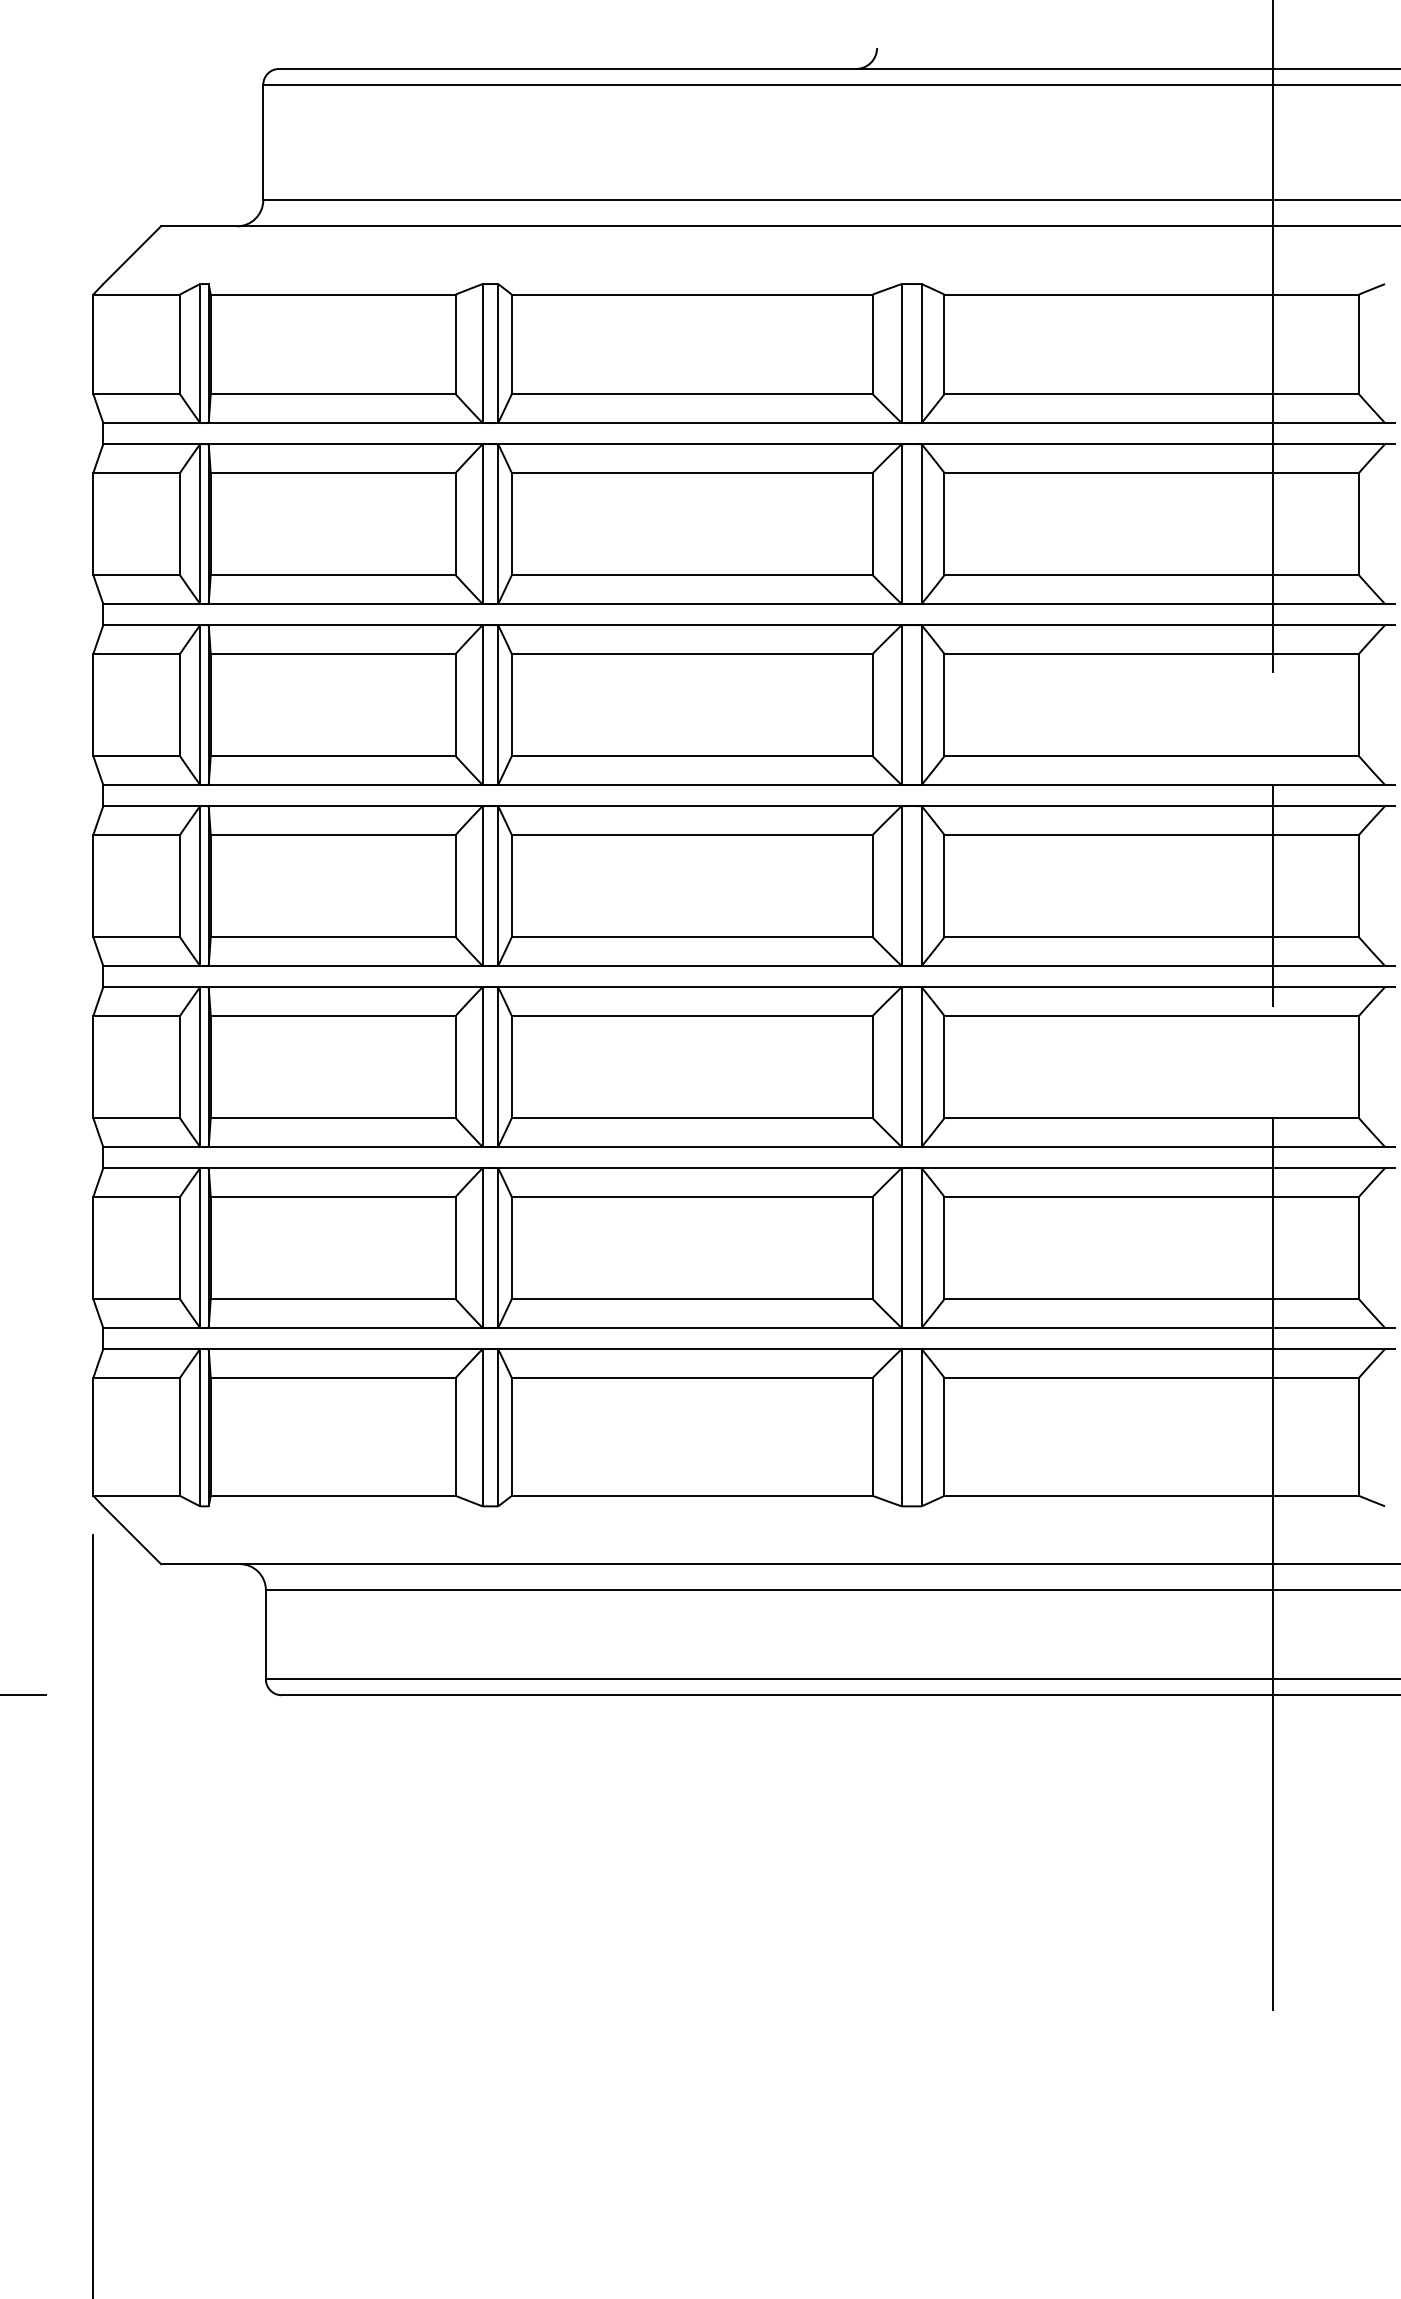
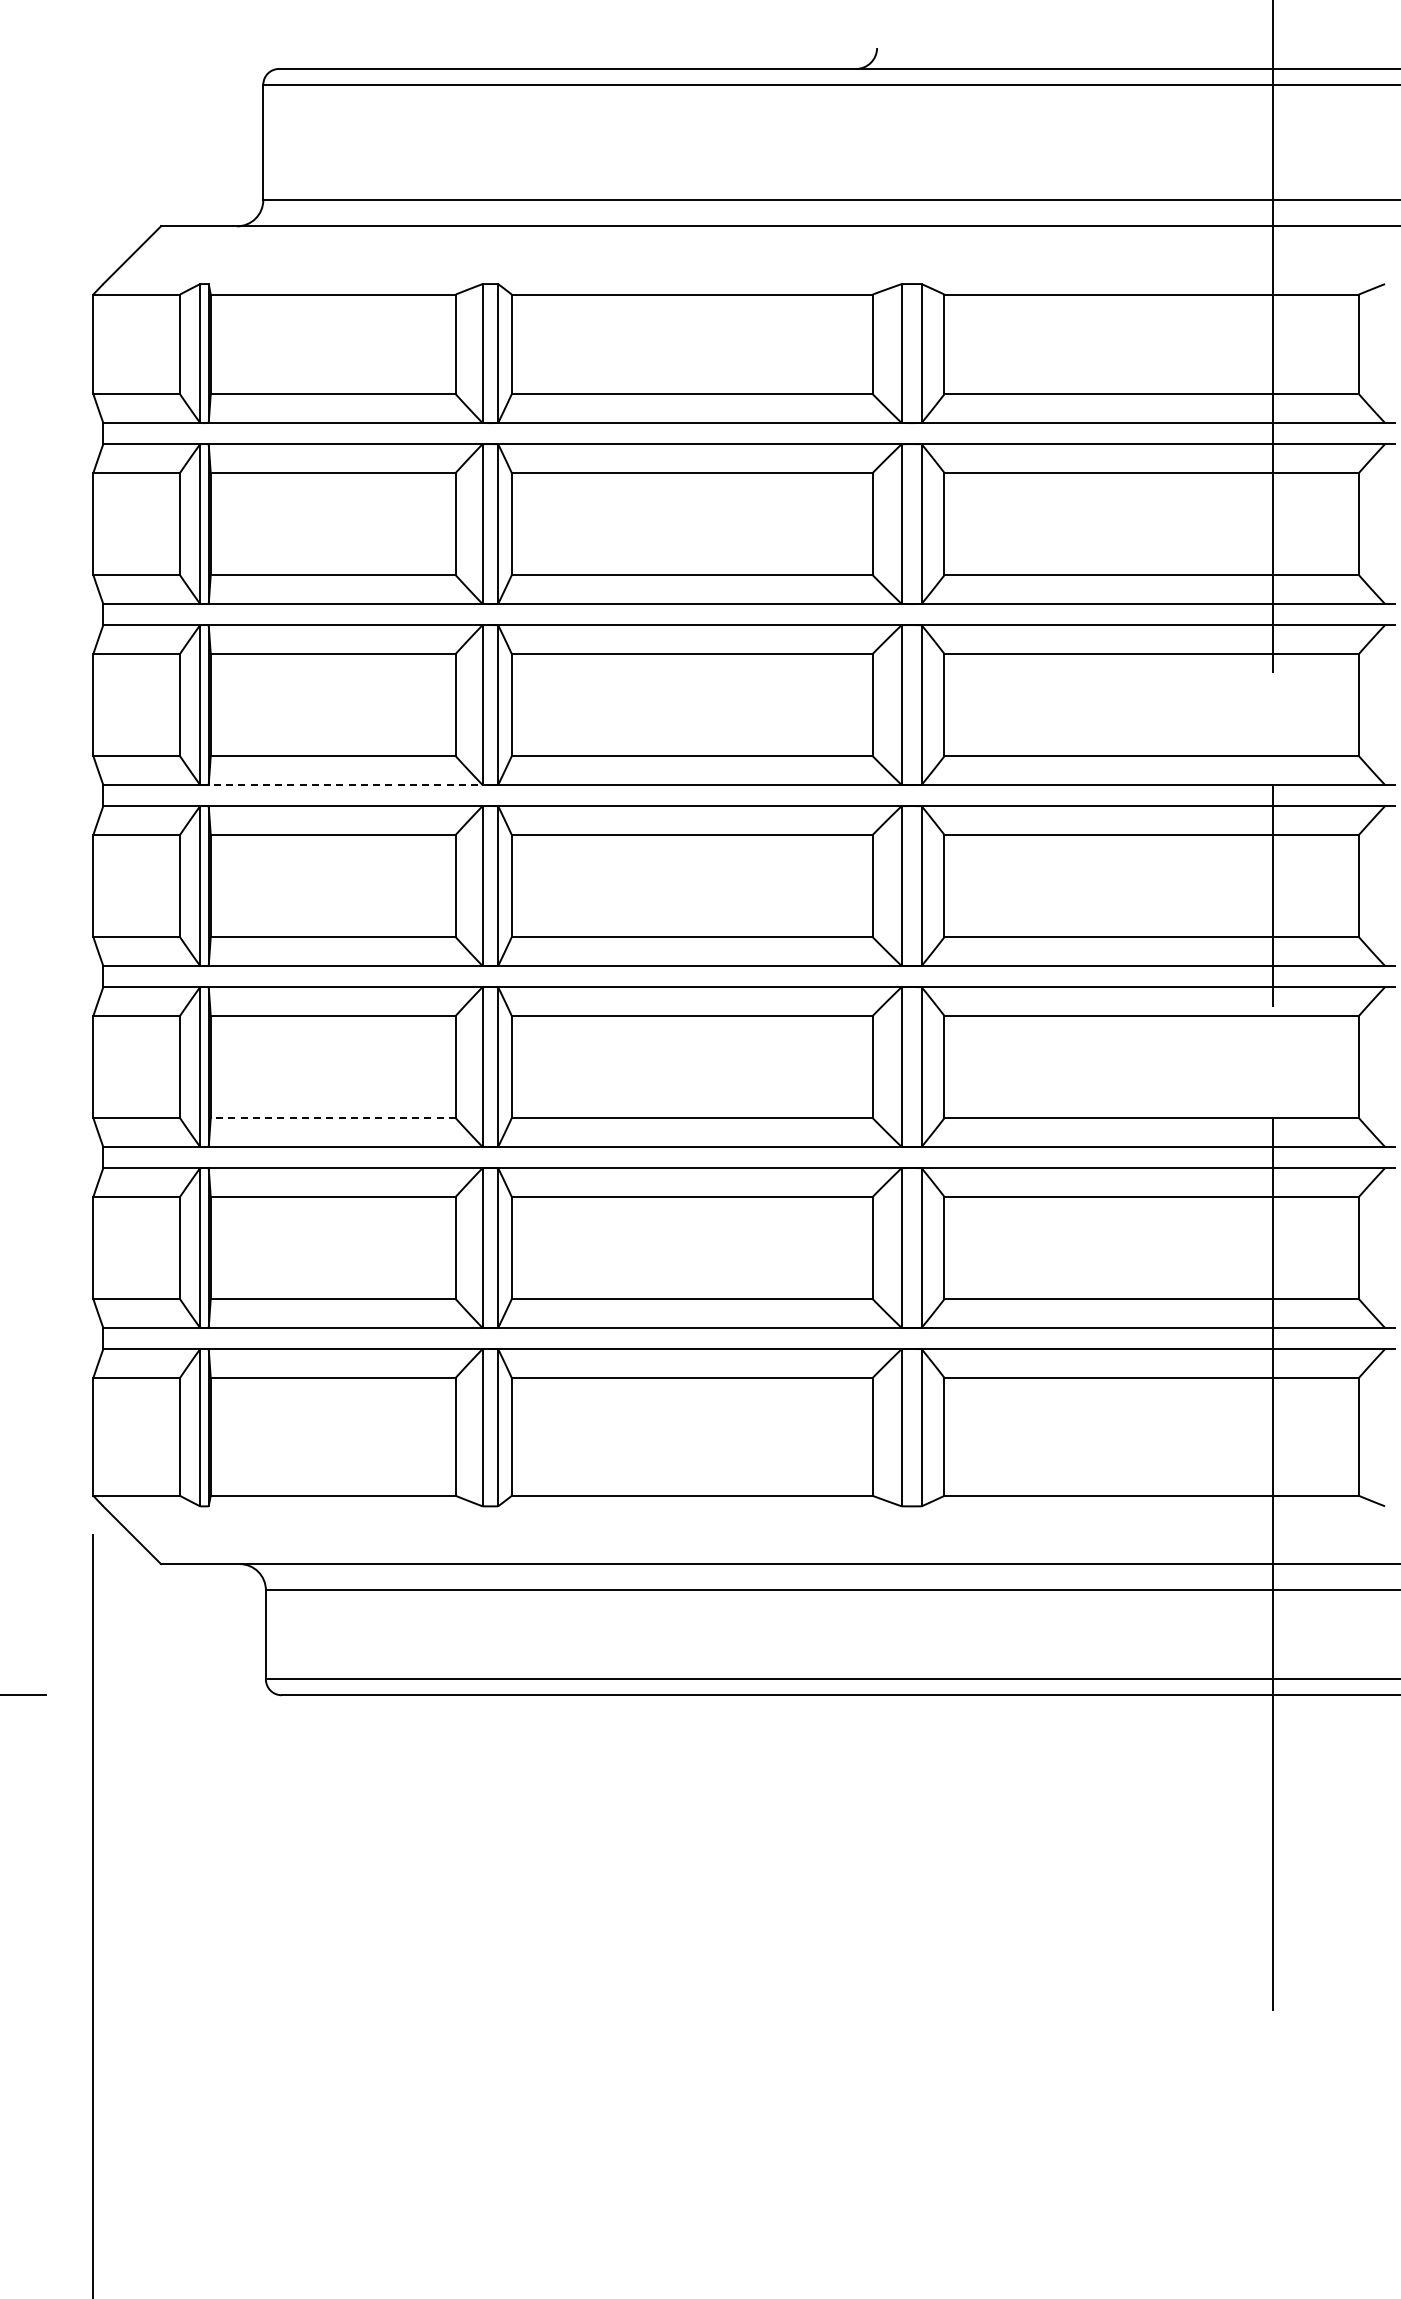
line at (347, 785): solid -> dashed
line at (333, 1118): solid -> dashed
